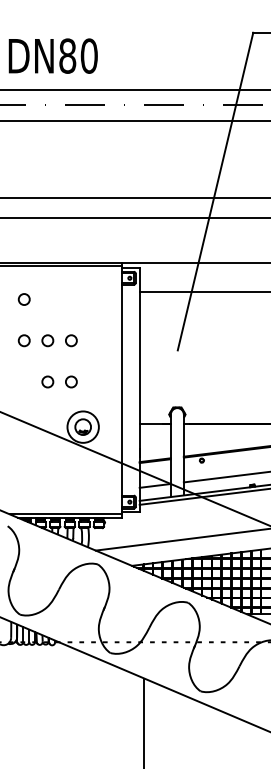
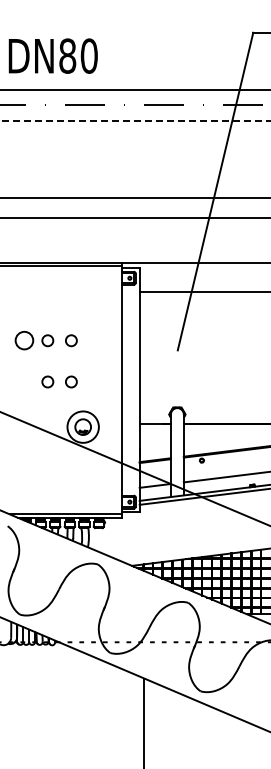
line at (135, 121): solid -> dashed
circle at (23, 299): present -> none
circle at (23, 340) size: 14x14 px -> 21x20 px
line at (181, 539): present -> none
